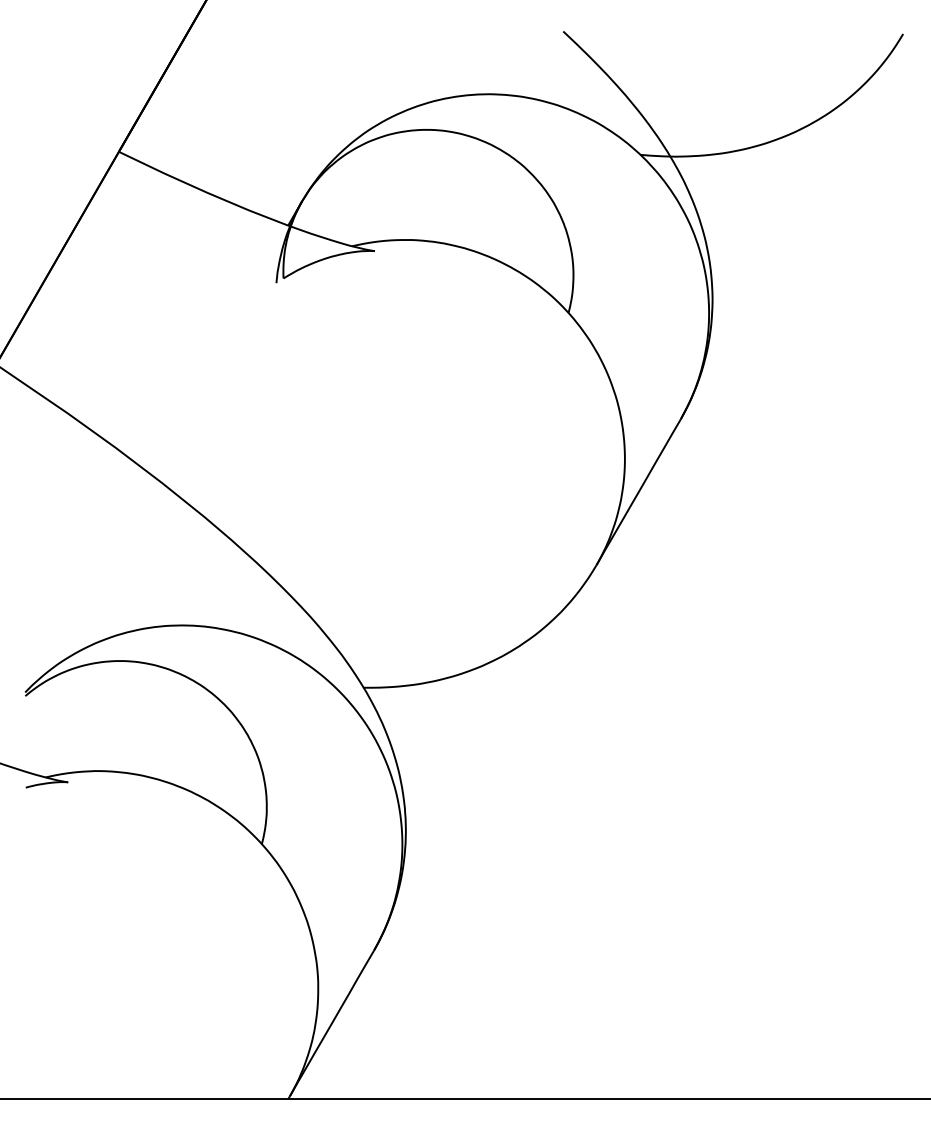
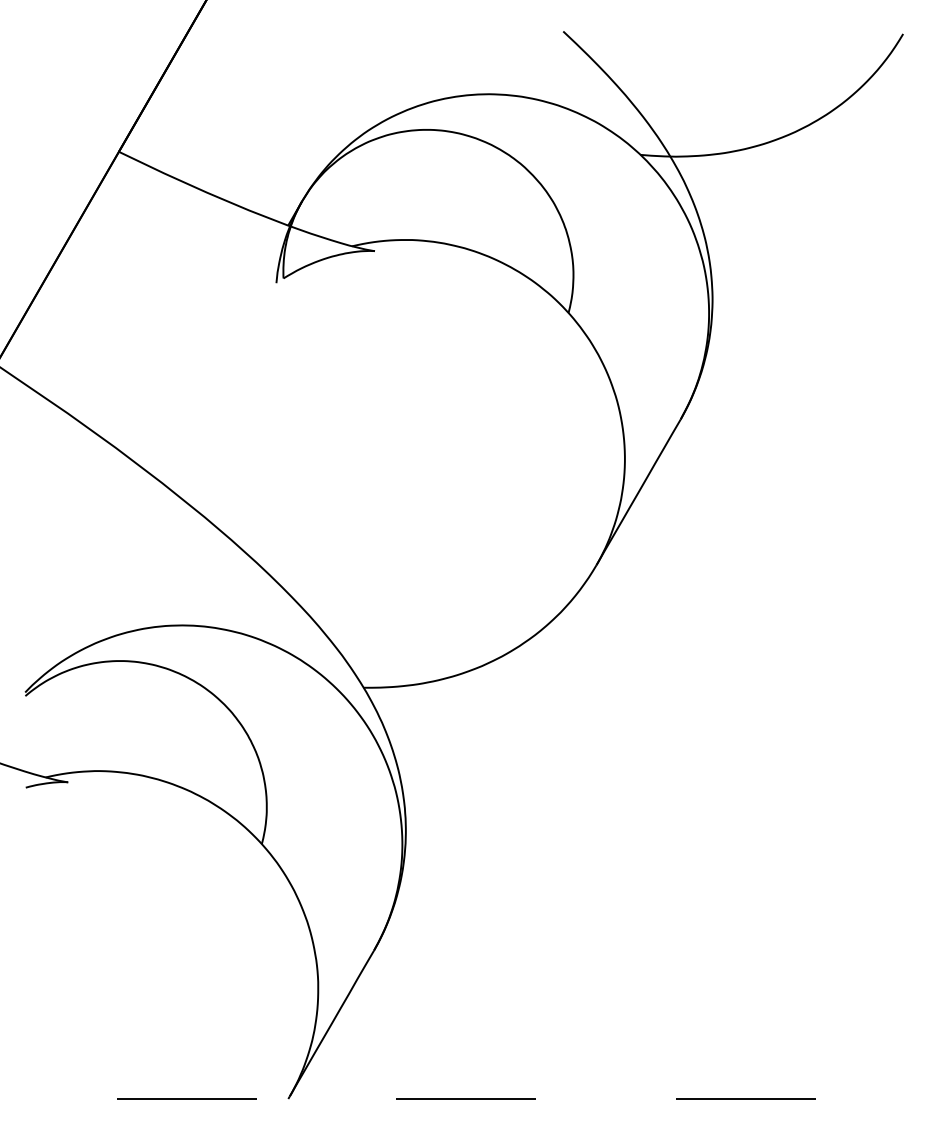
line at (465, 1099): solid -> dashed
